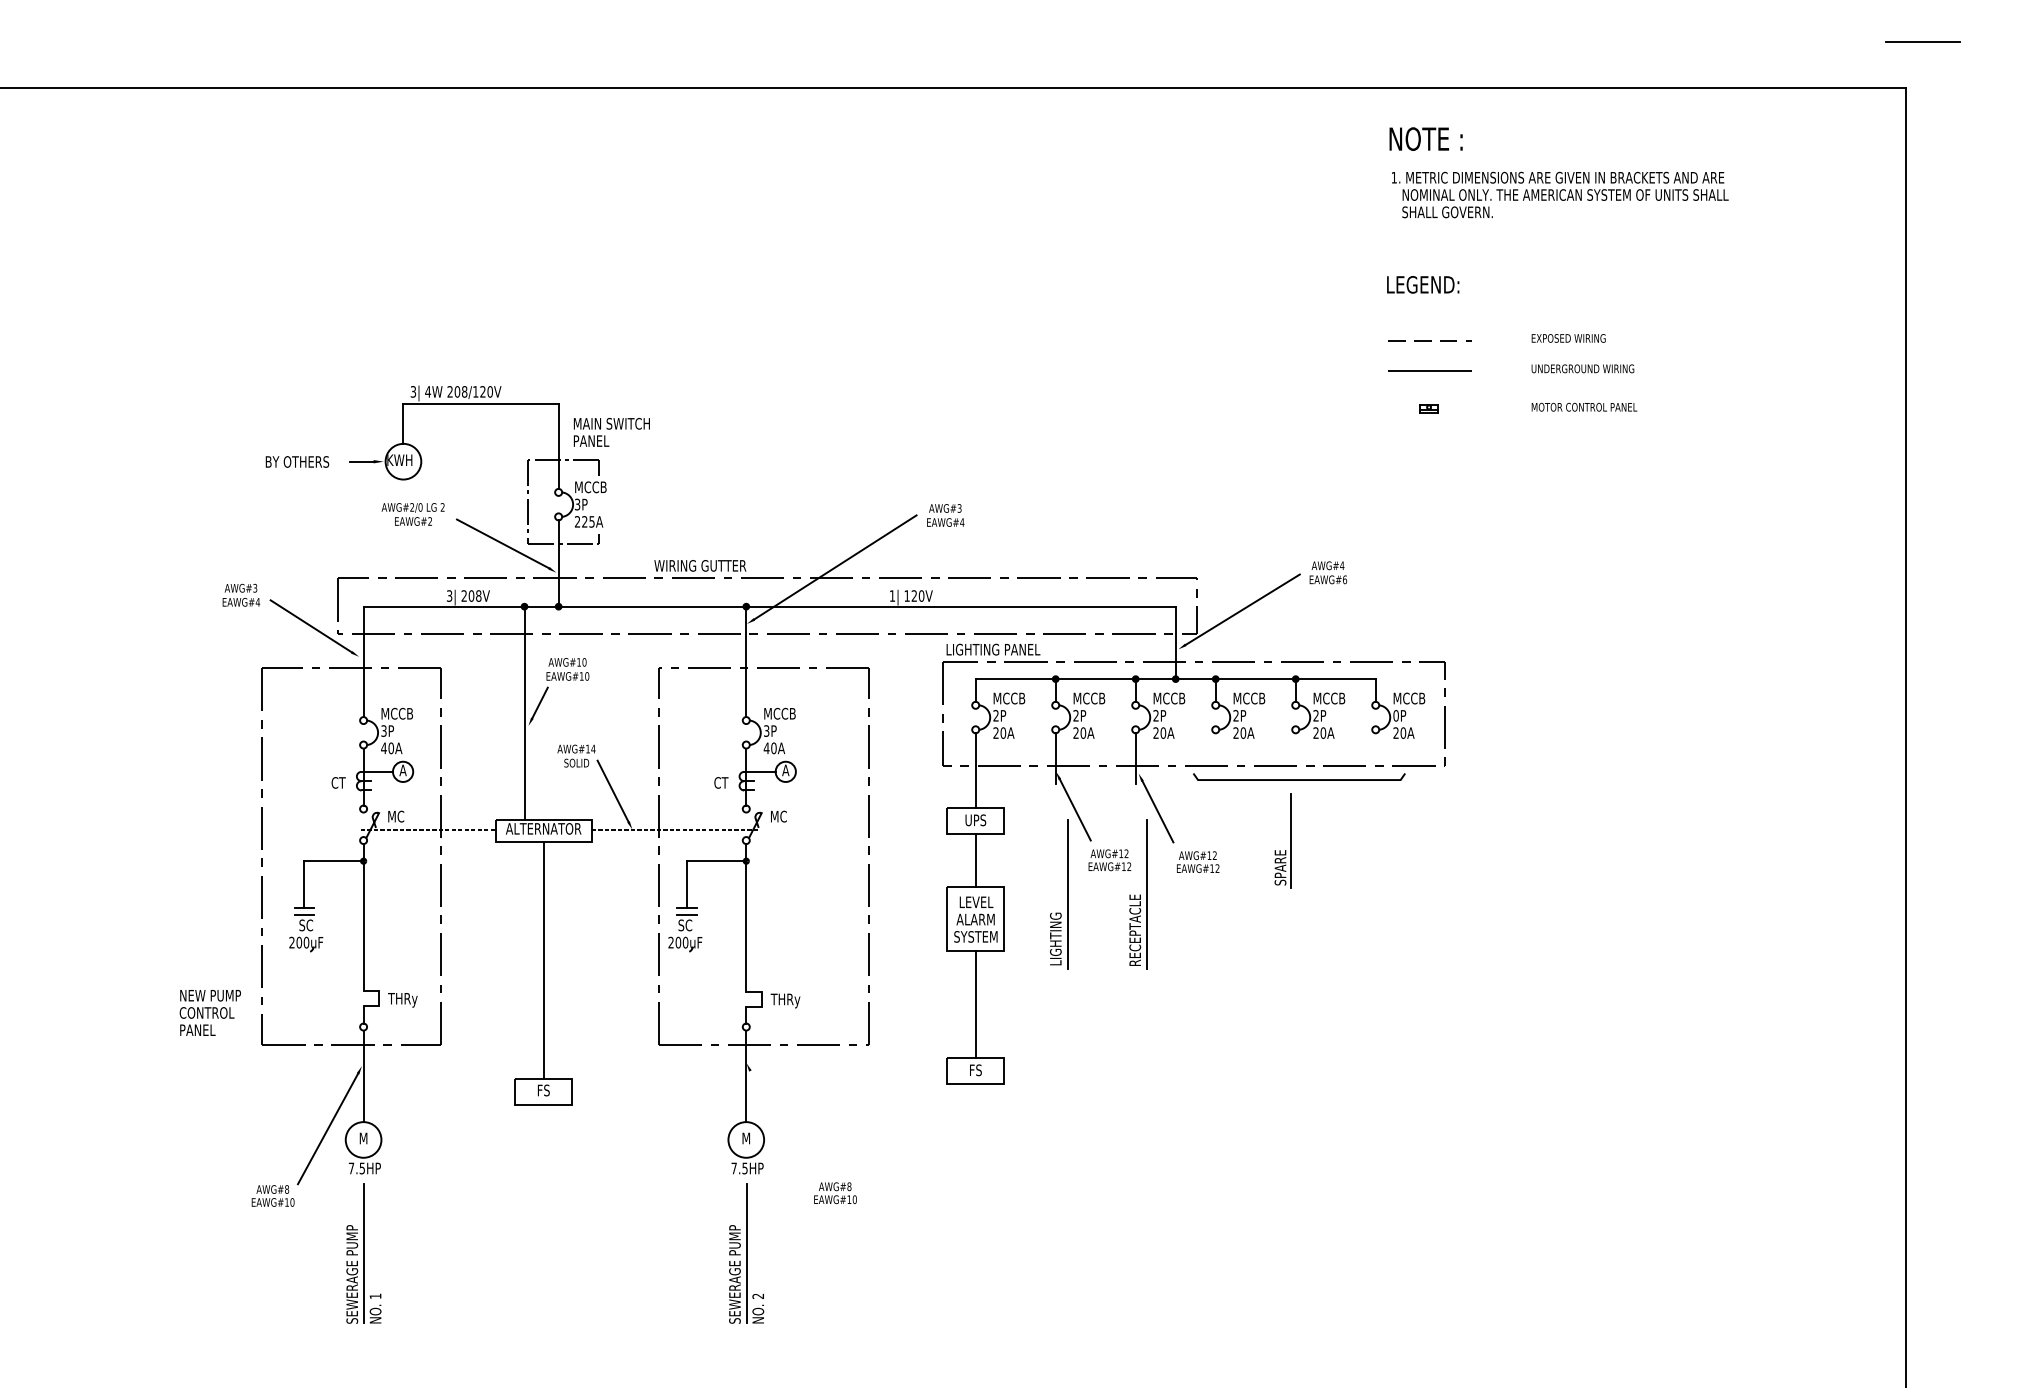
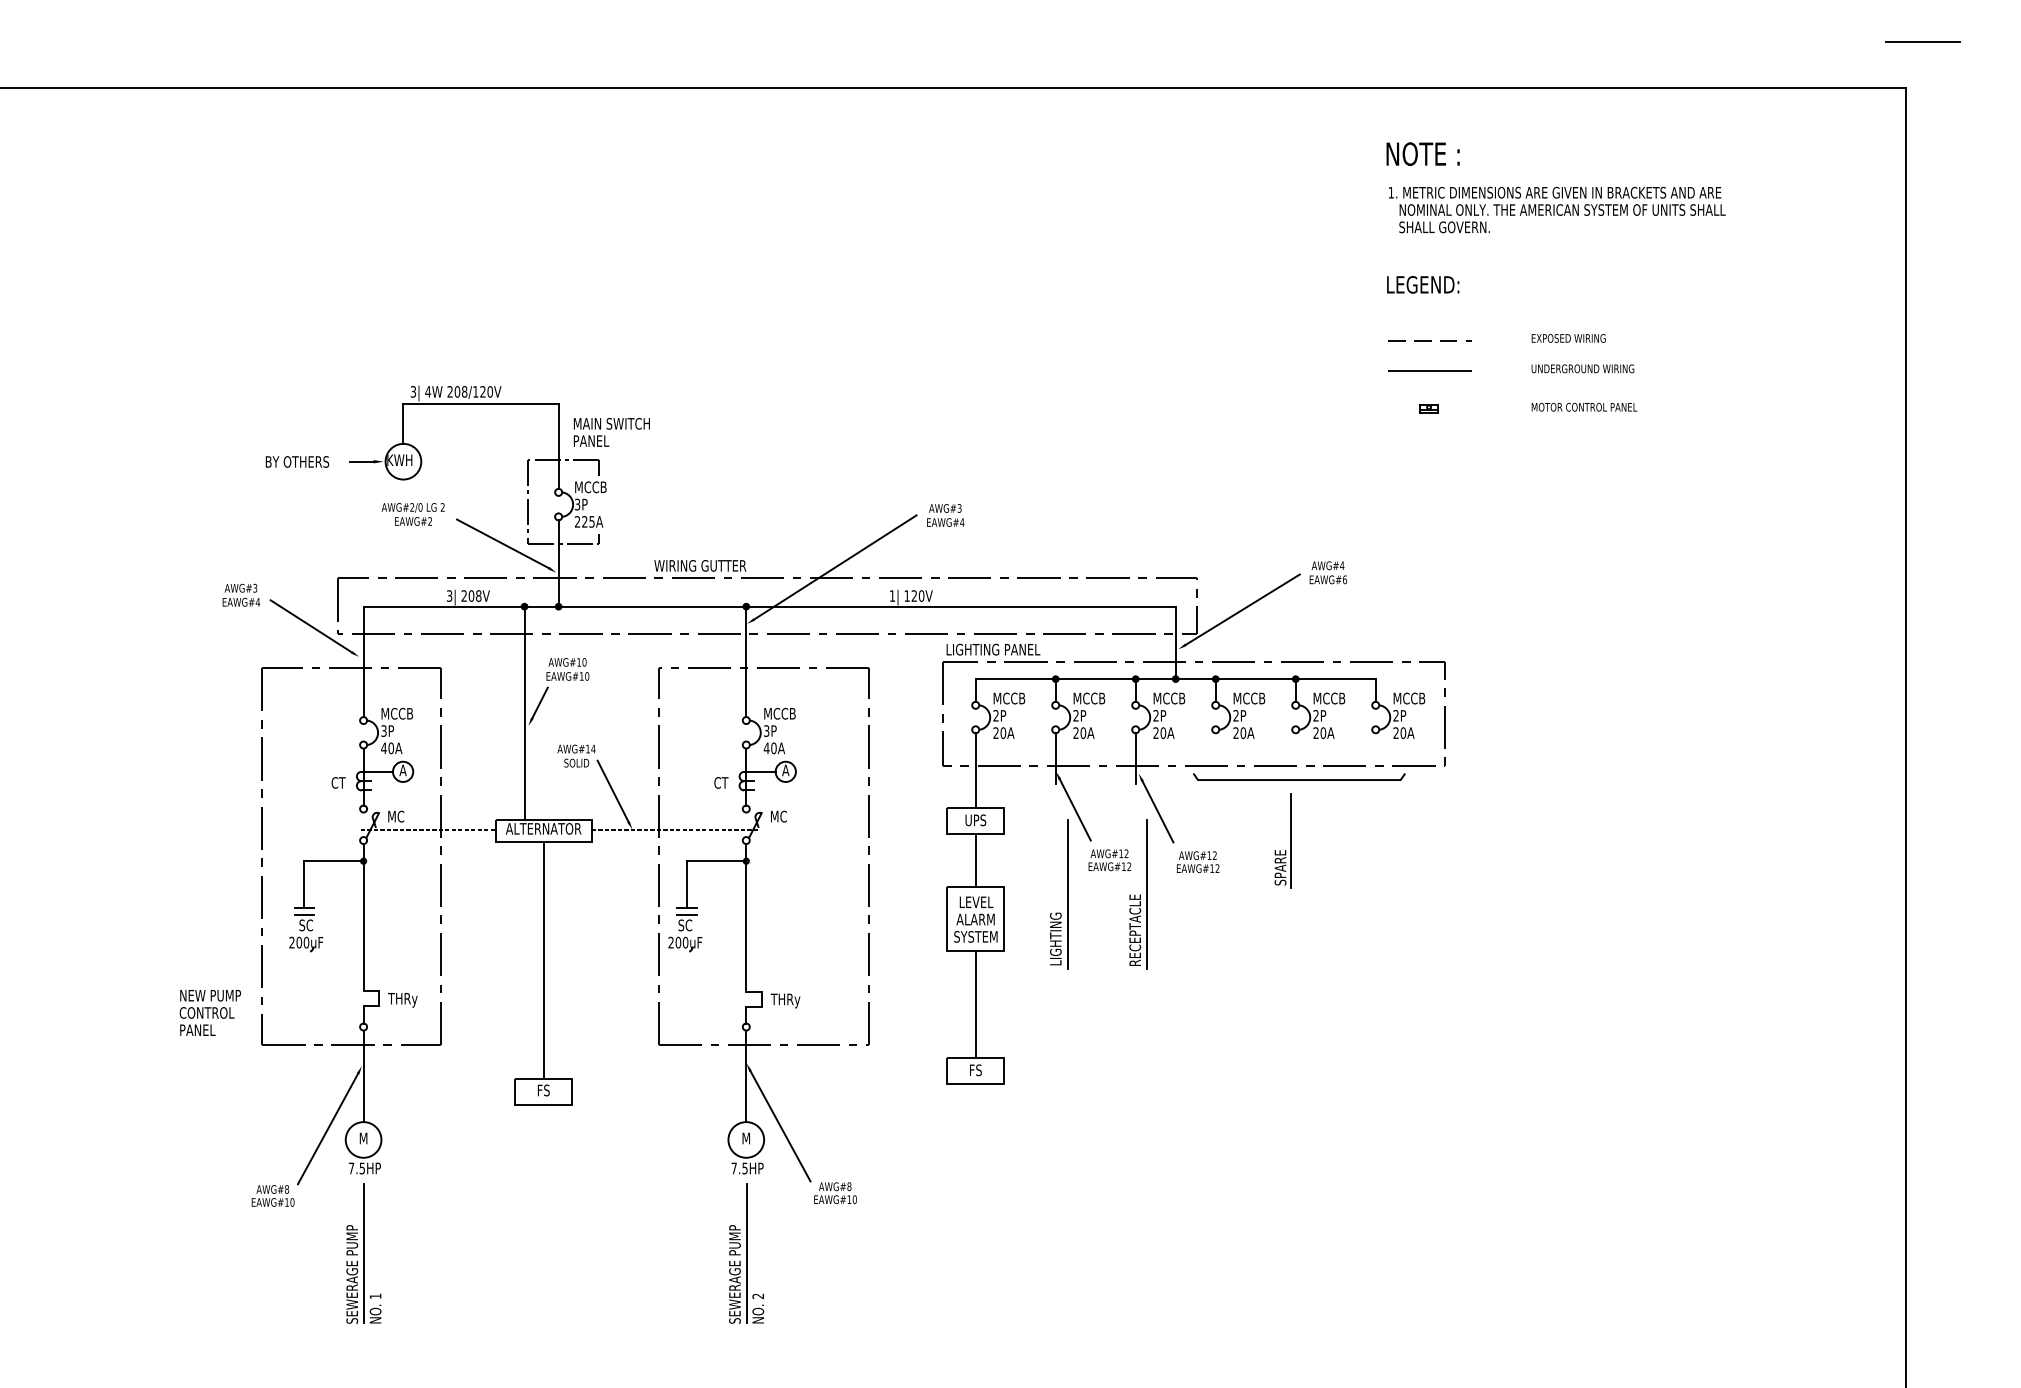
text at (1558, 172) position: (1558, 172) -> (1555, 187)
text at (1395, 715): 0P -> 2P
line at (780, 1126): none -> present
